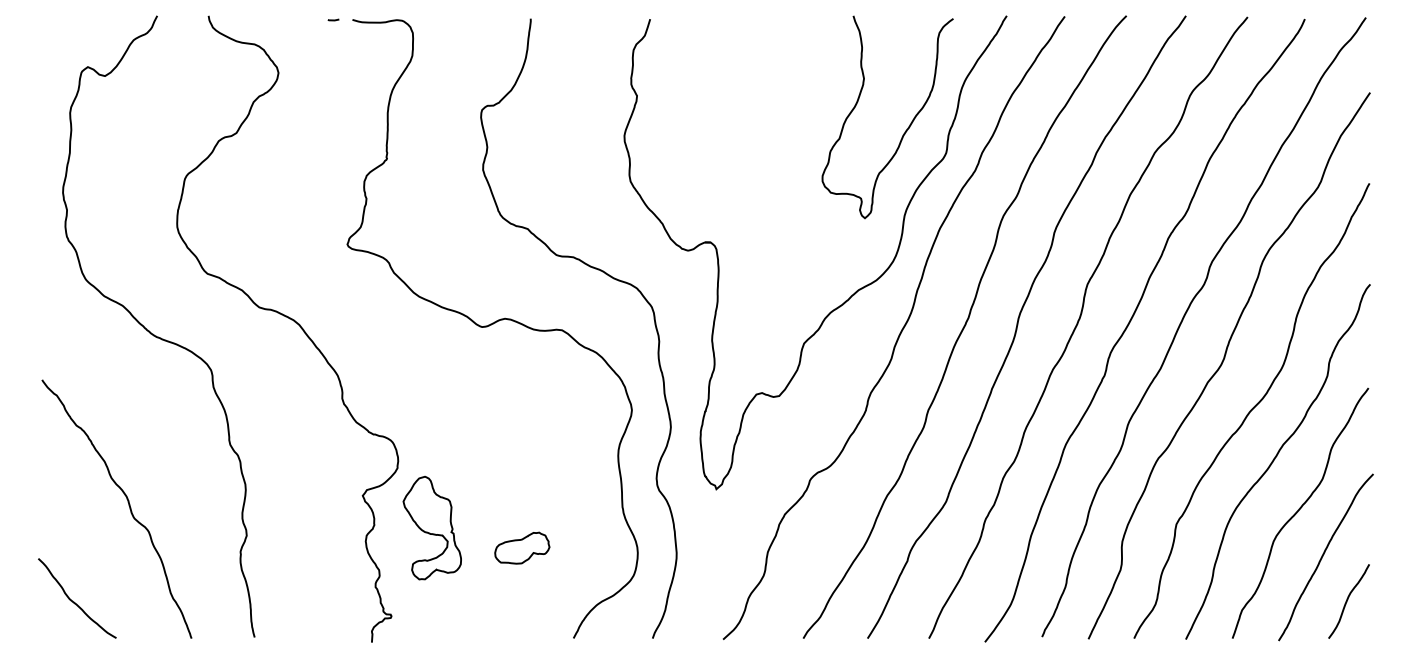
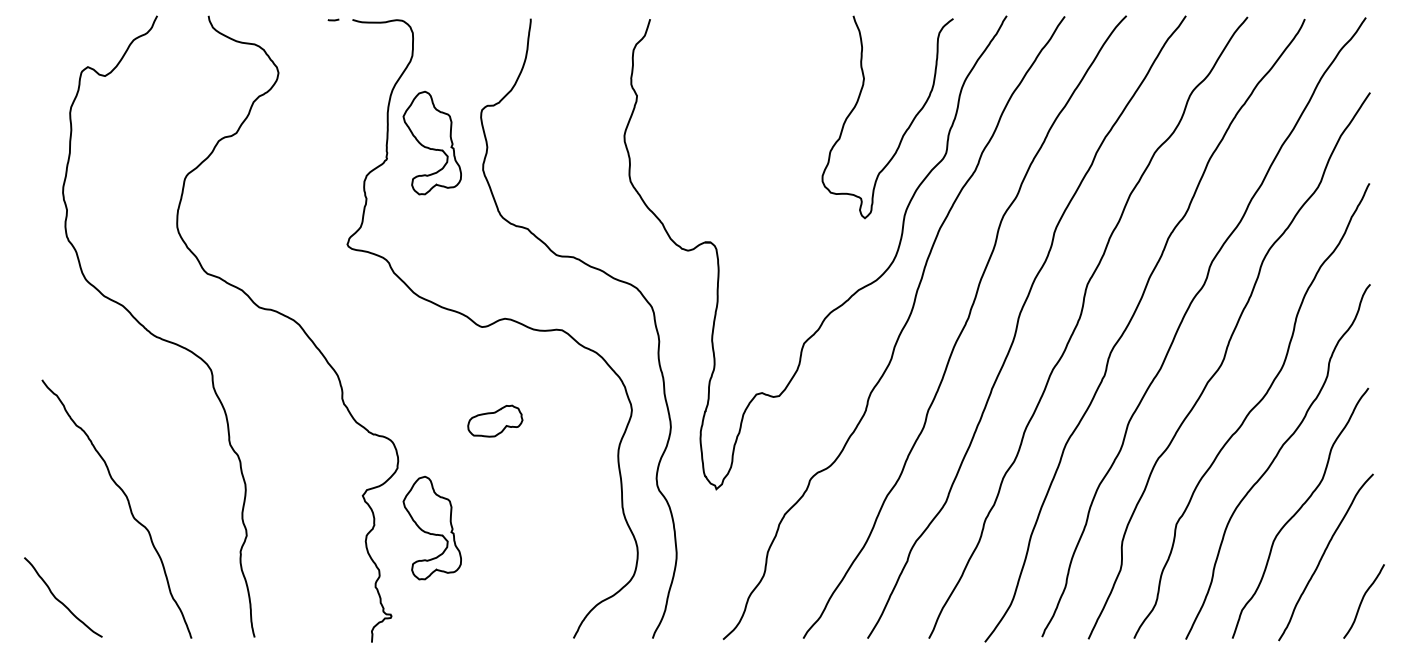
part at (431, 143): none -> present
part at (522, 547) position: (522, 547) -> (495, 420)
curve at (74, 601) position: (74, 601) -> (60, 600)
curve at (1347, 601) position: (1347, 601) -> (1362, 601)
